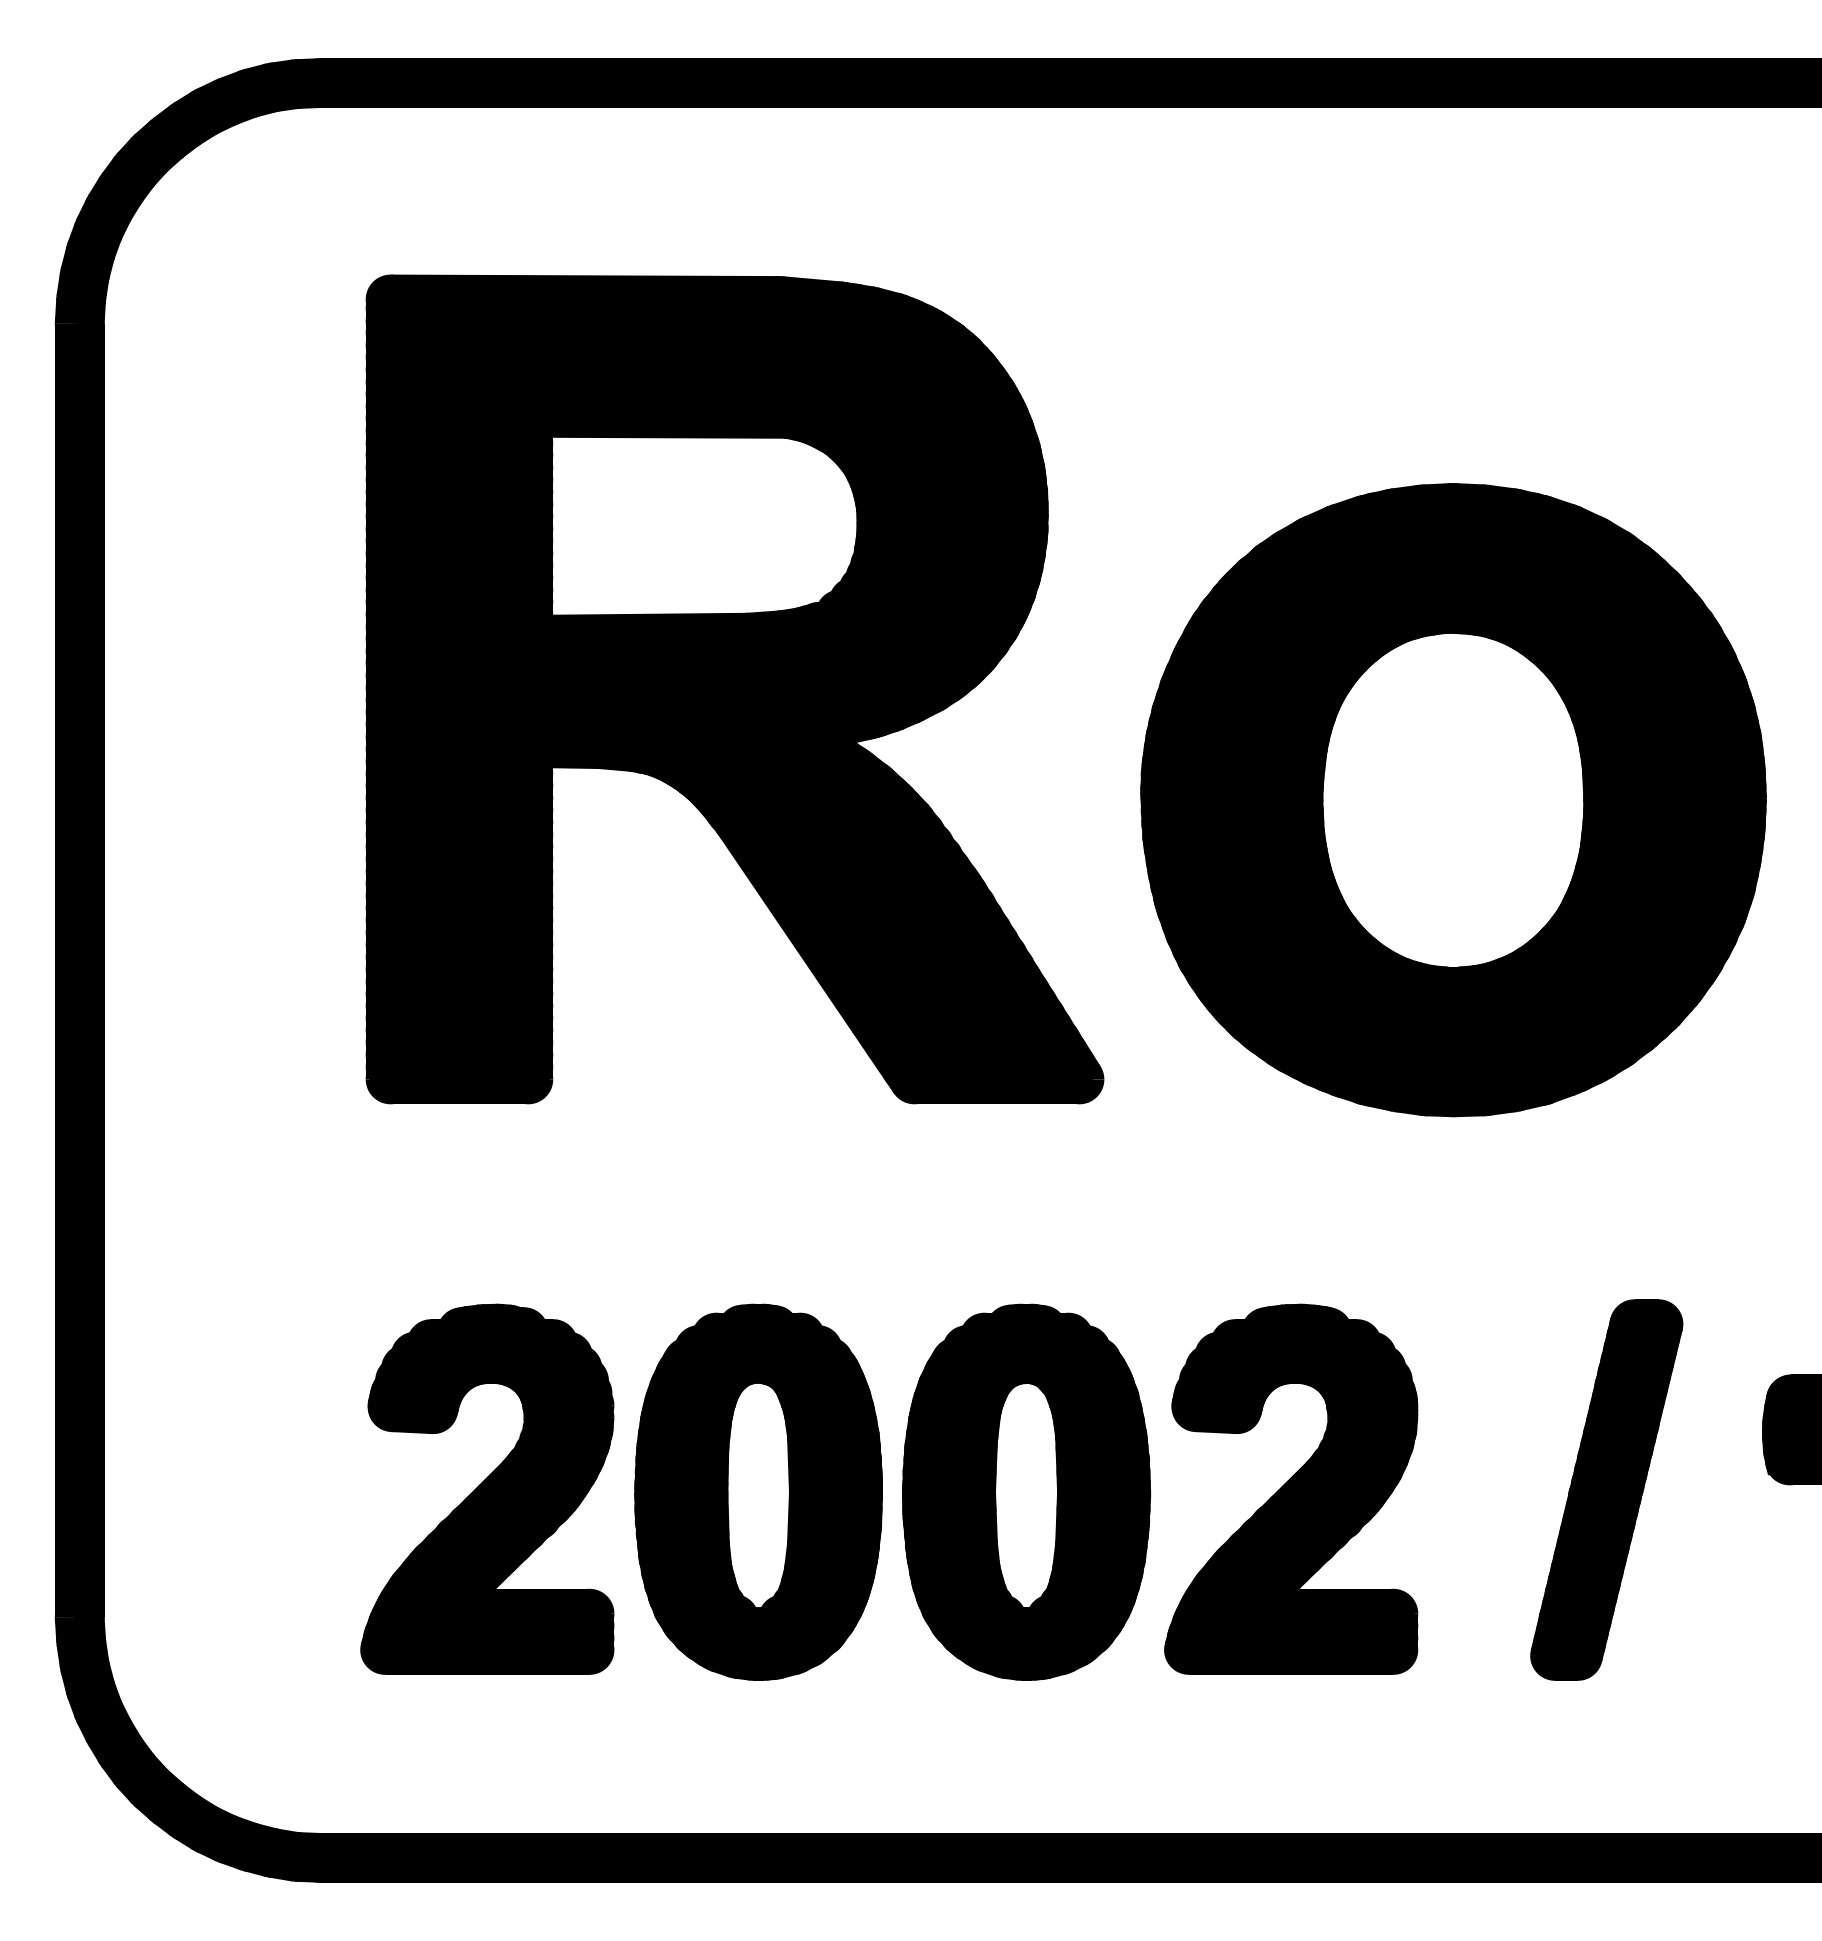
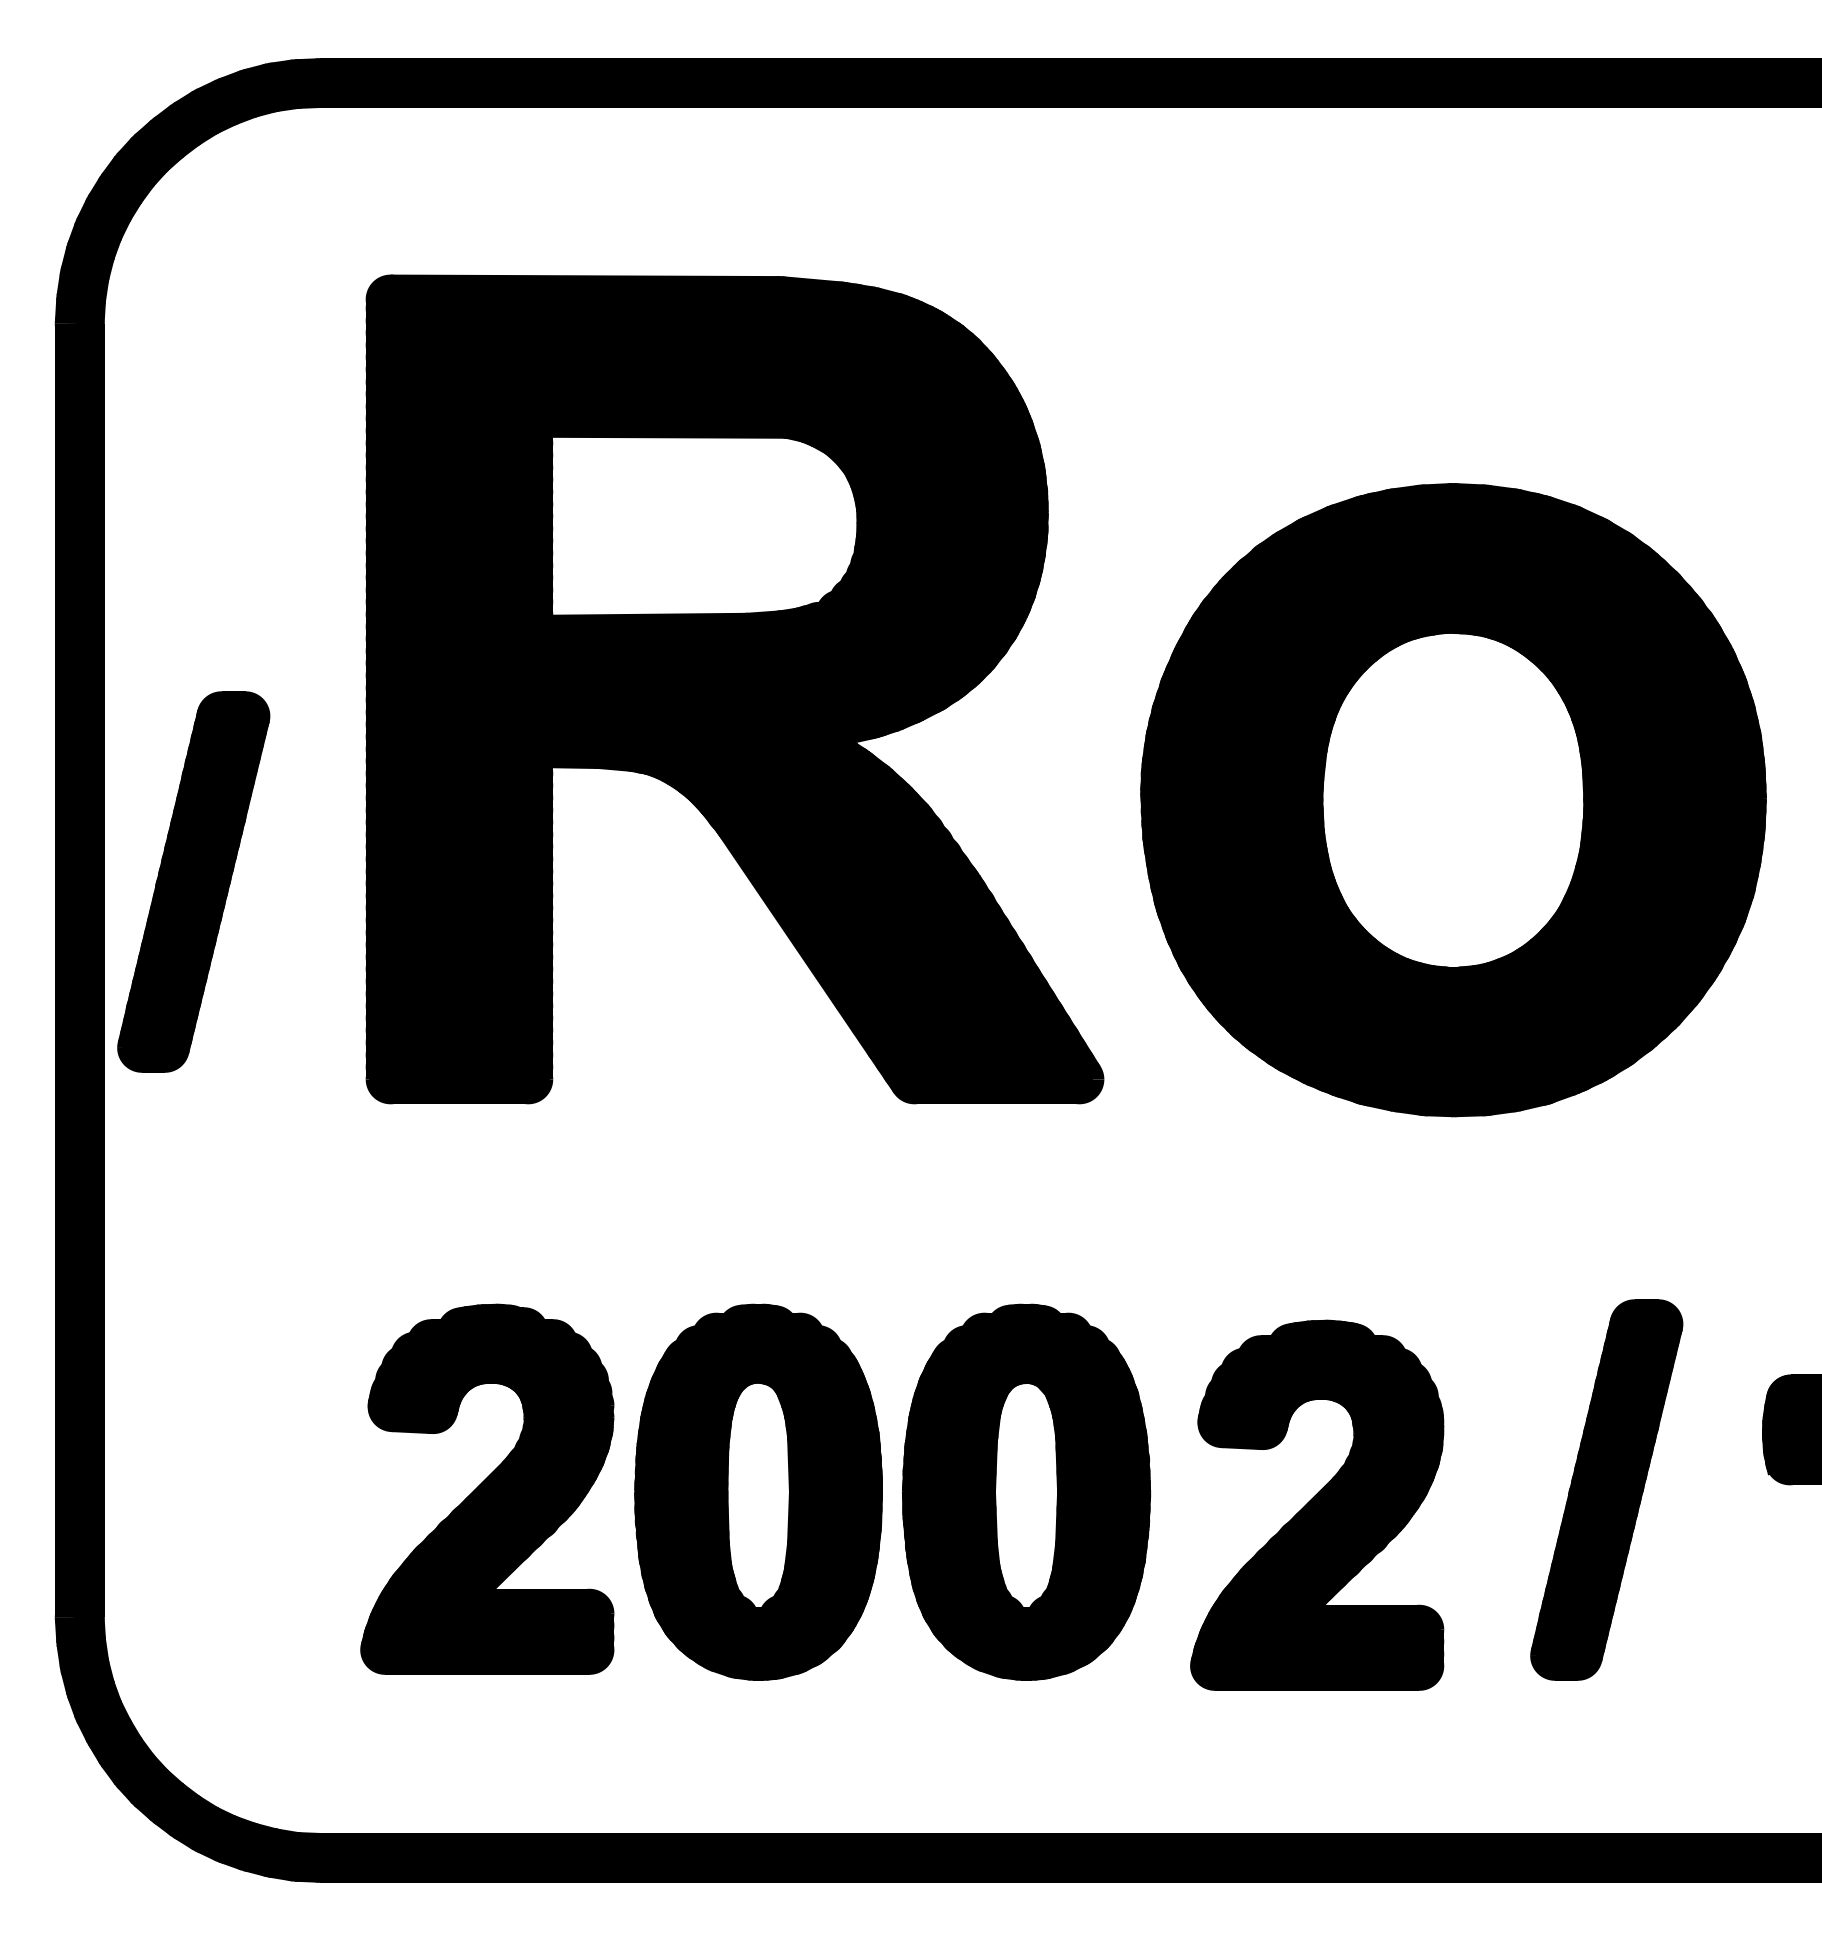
part at (193, 881): none -> present
part at (1291, 1488) position: (1291, 1488) -> (1317, 1504)
